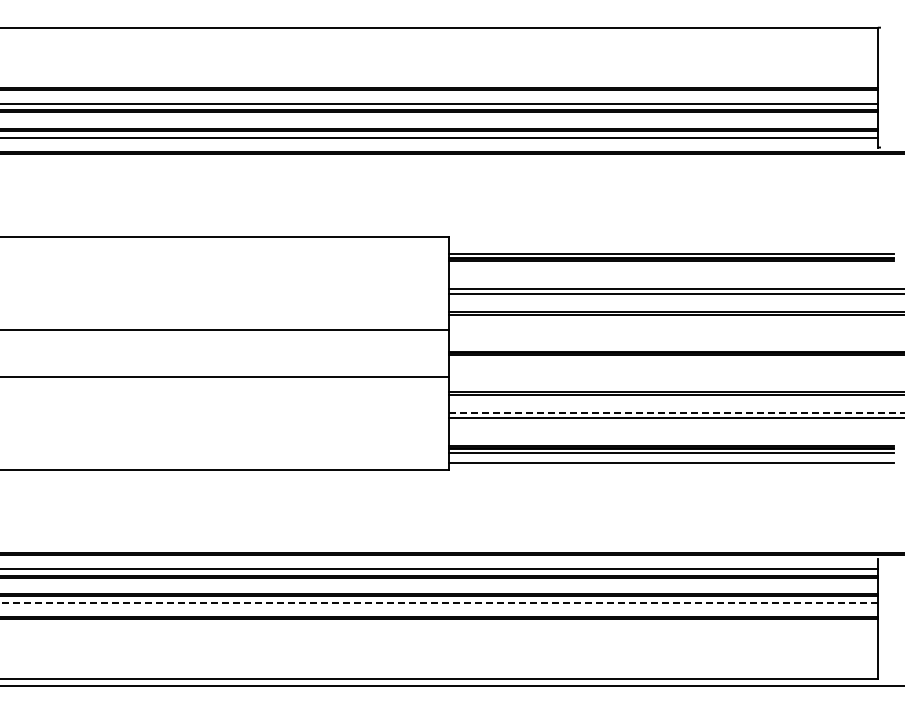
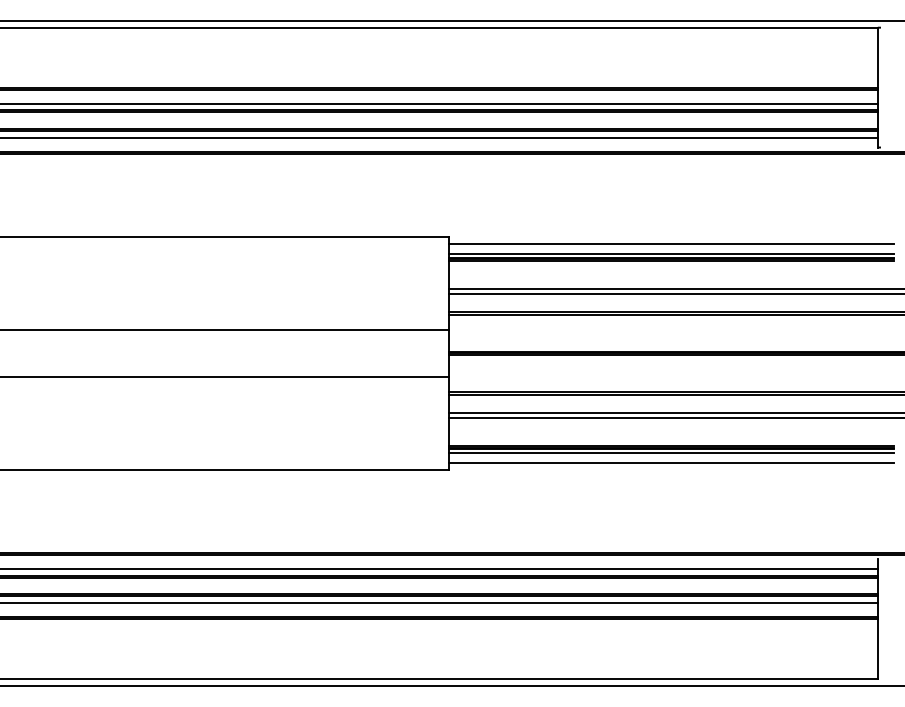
line at (451, 21): none -> present
line at (671, 243): none -> present
line at (676, 413): dashed -> solid
line at (439, 603): dashed -> solid
